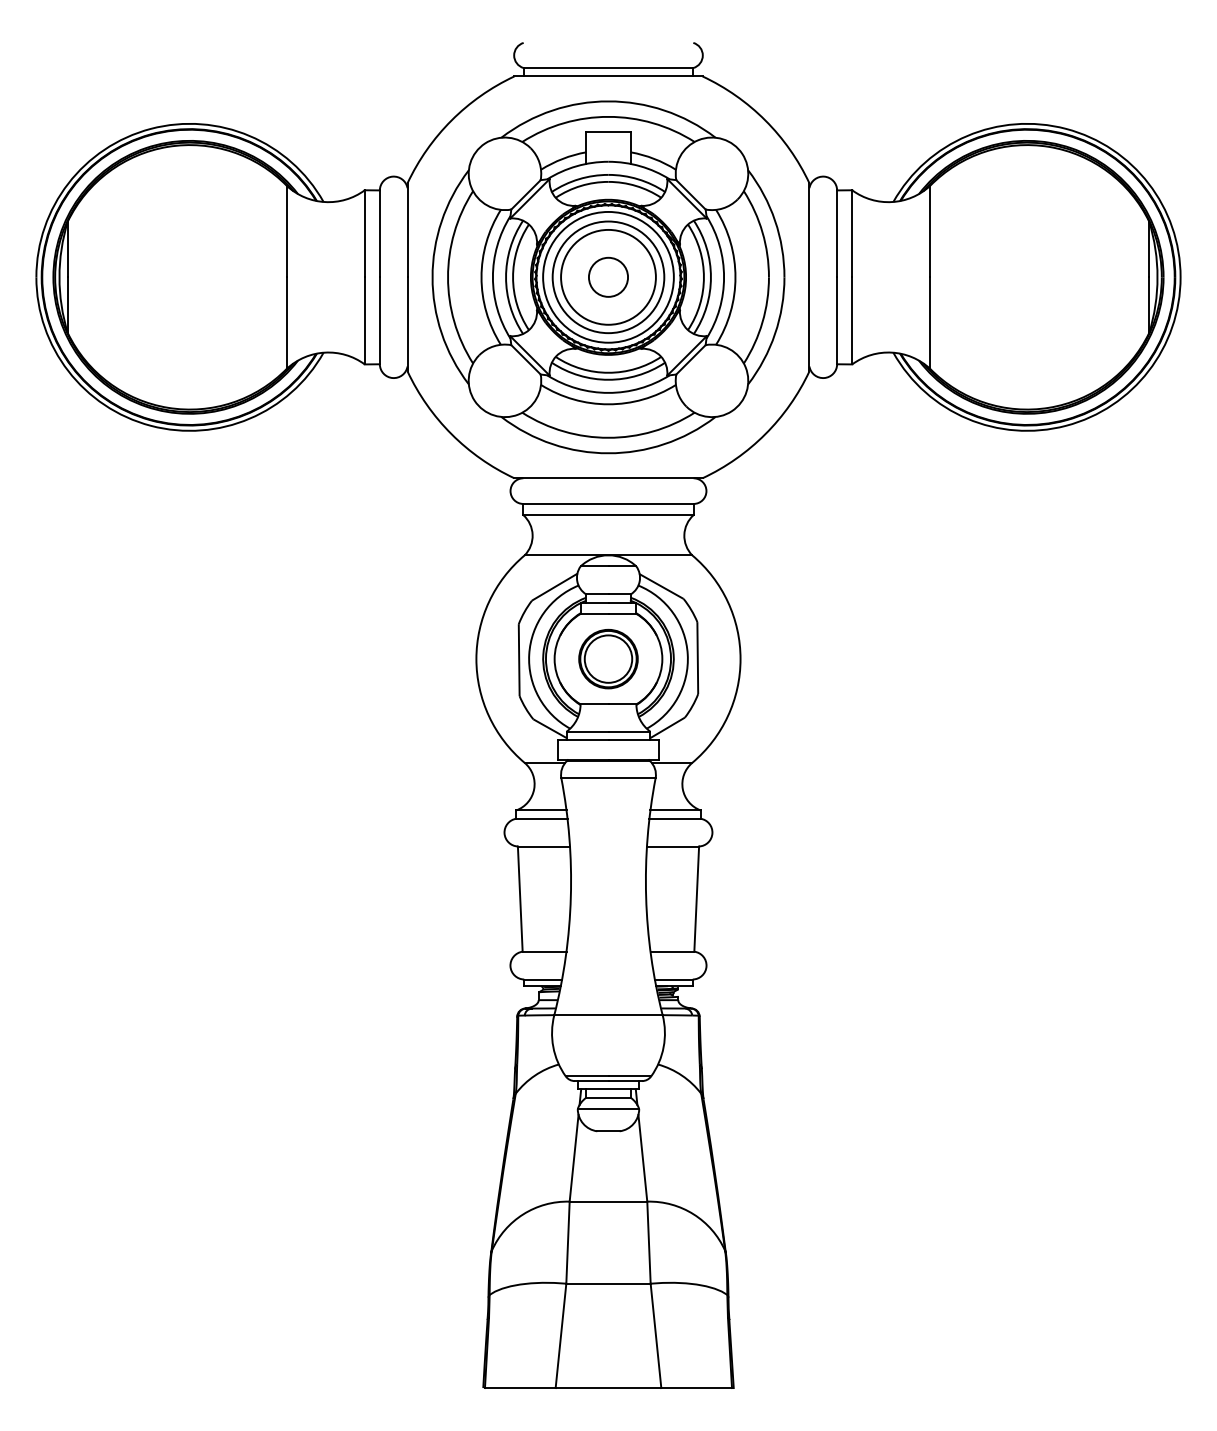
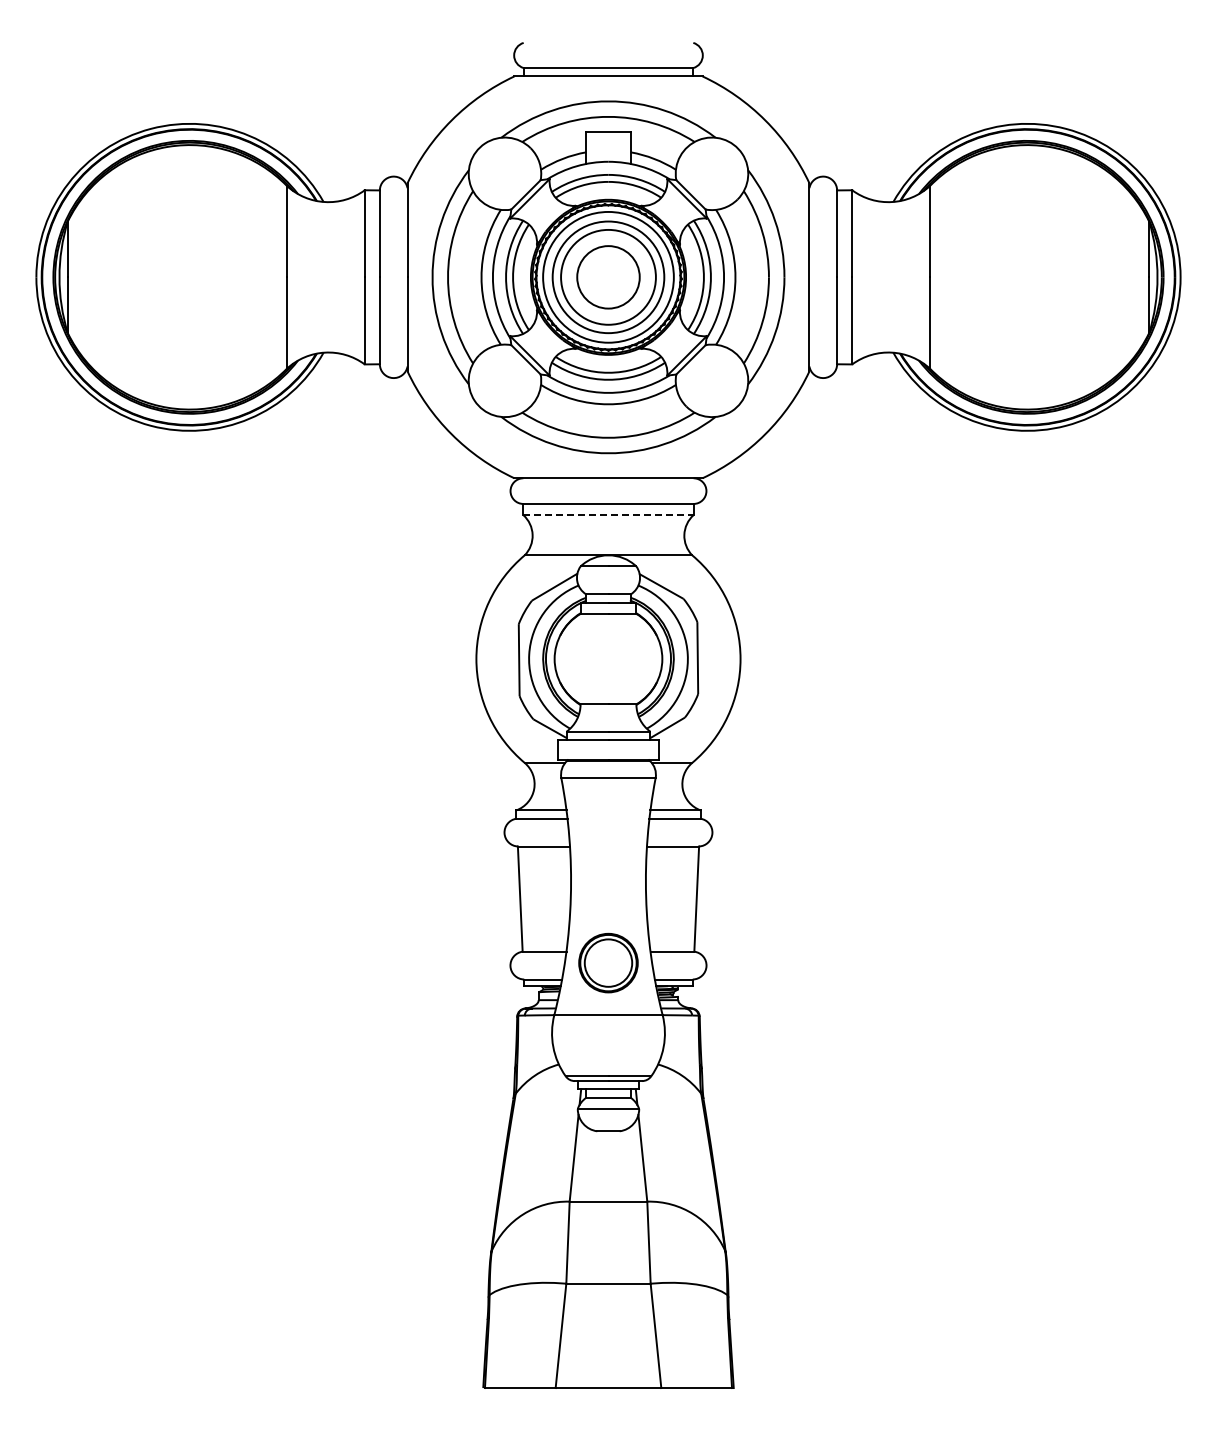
circle at (608, 276) diameter: 39 px -> 63 px
line at (608, 515): solid -> dashed
part at (608, 658) position: (608, 658) -> (608, 962)
